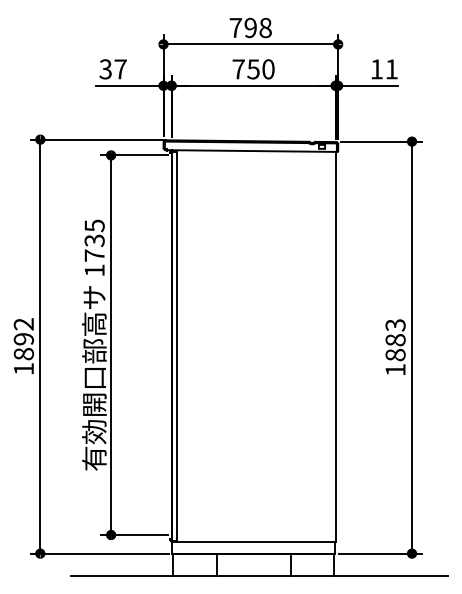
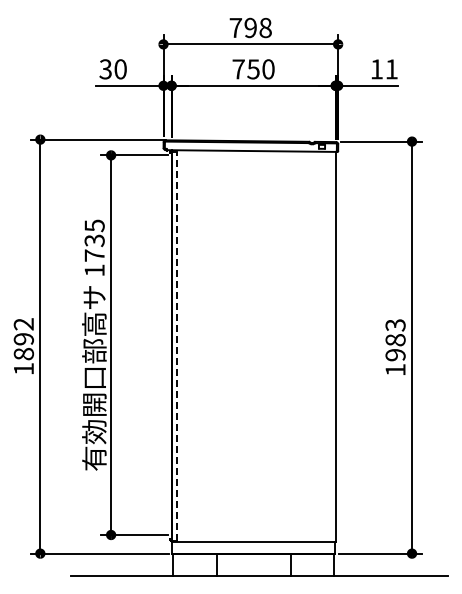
text at (120, 69): 37 -> 30
line at (177, 345): solid -> dashed
text at (395, 354): 1883 -> 1983
